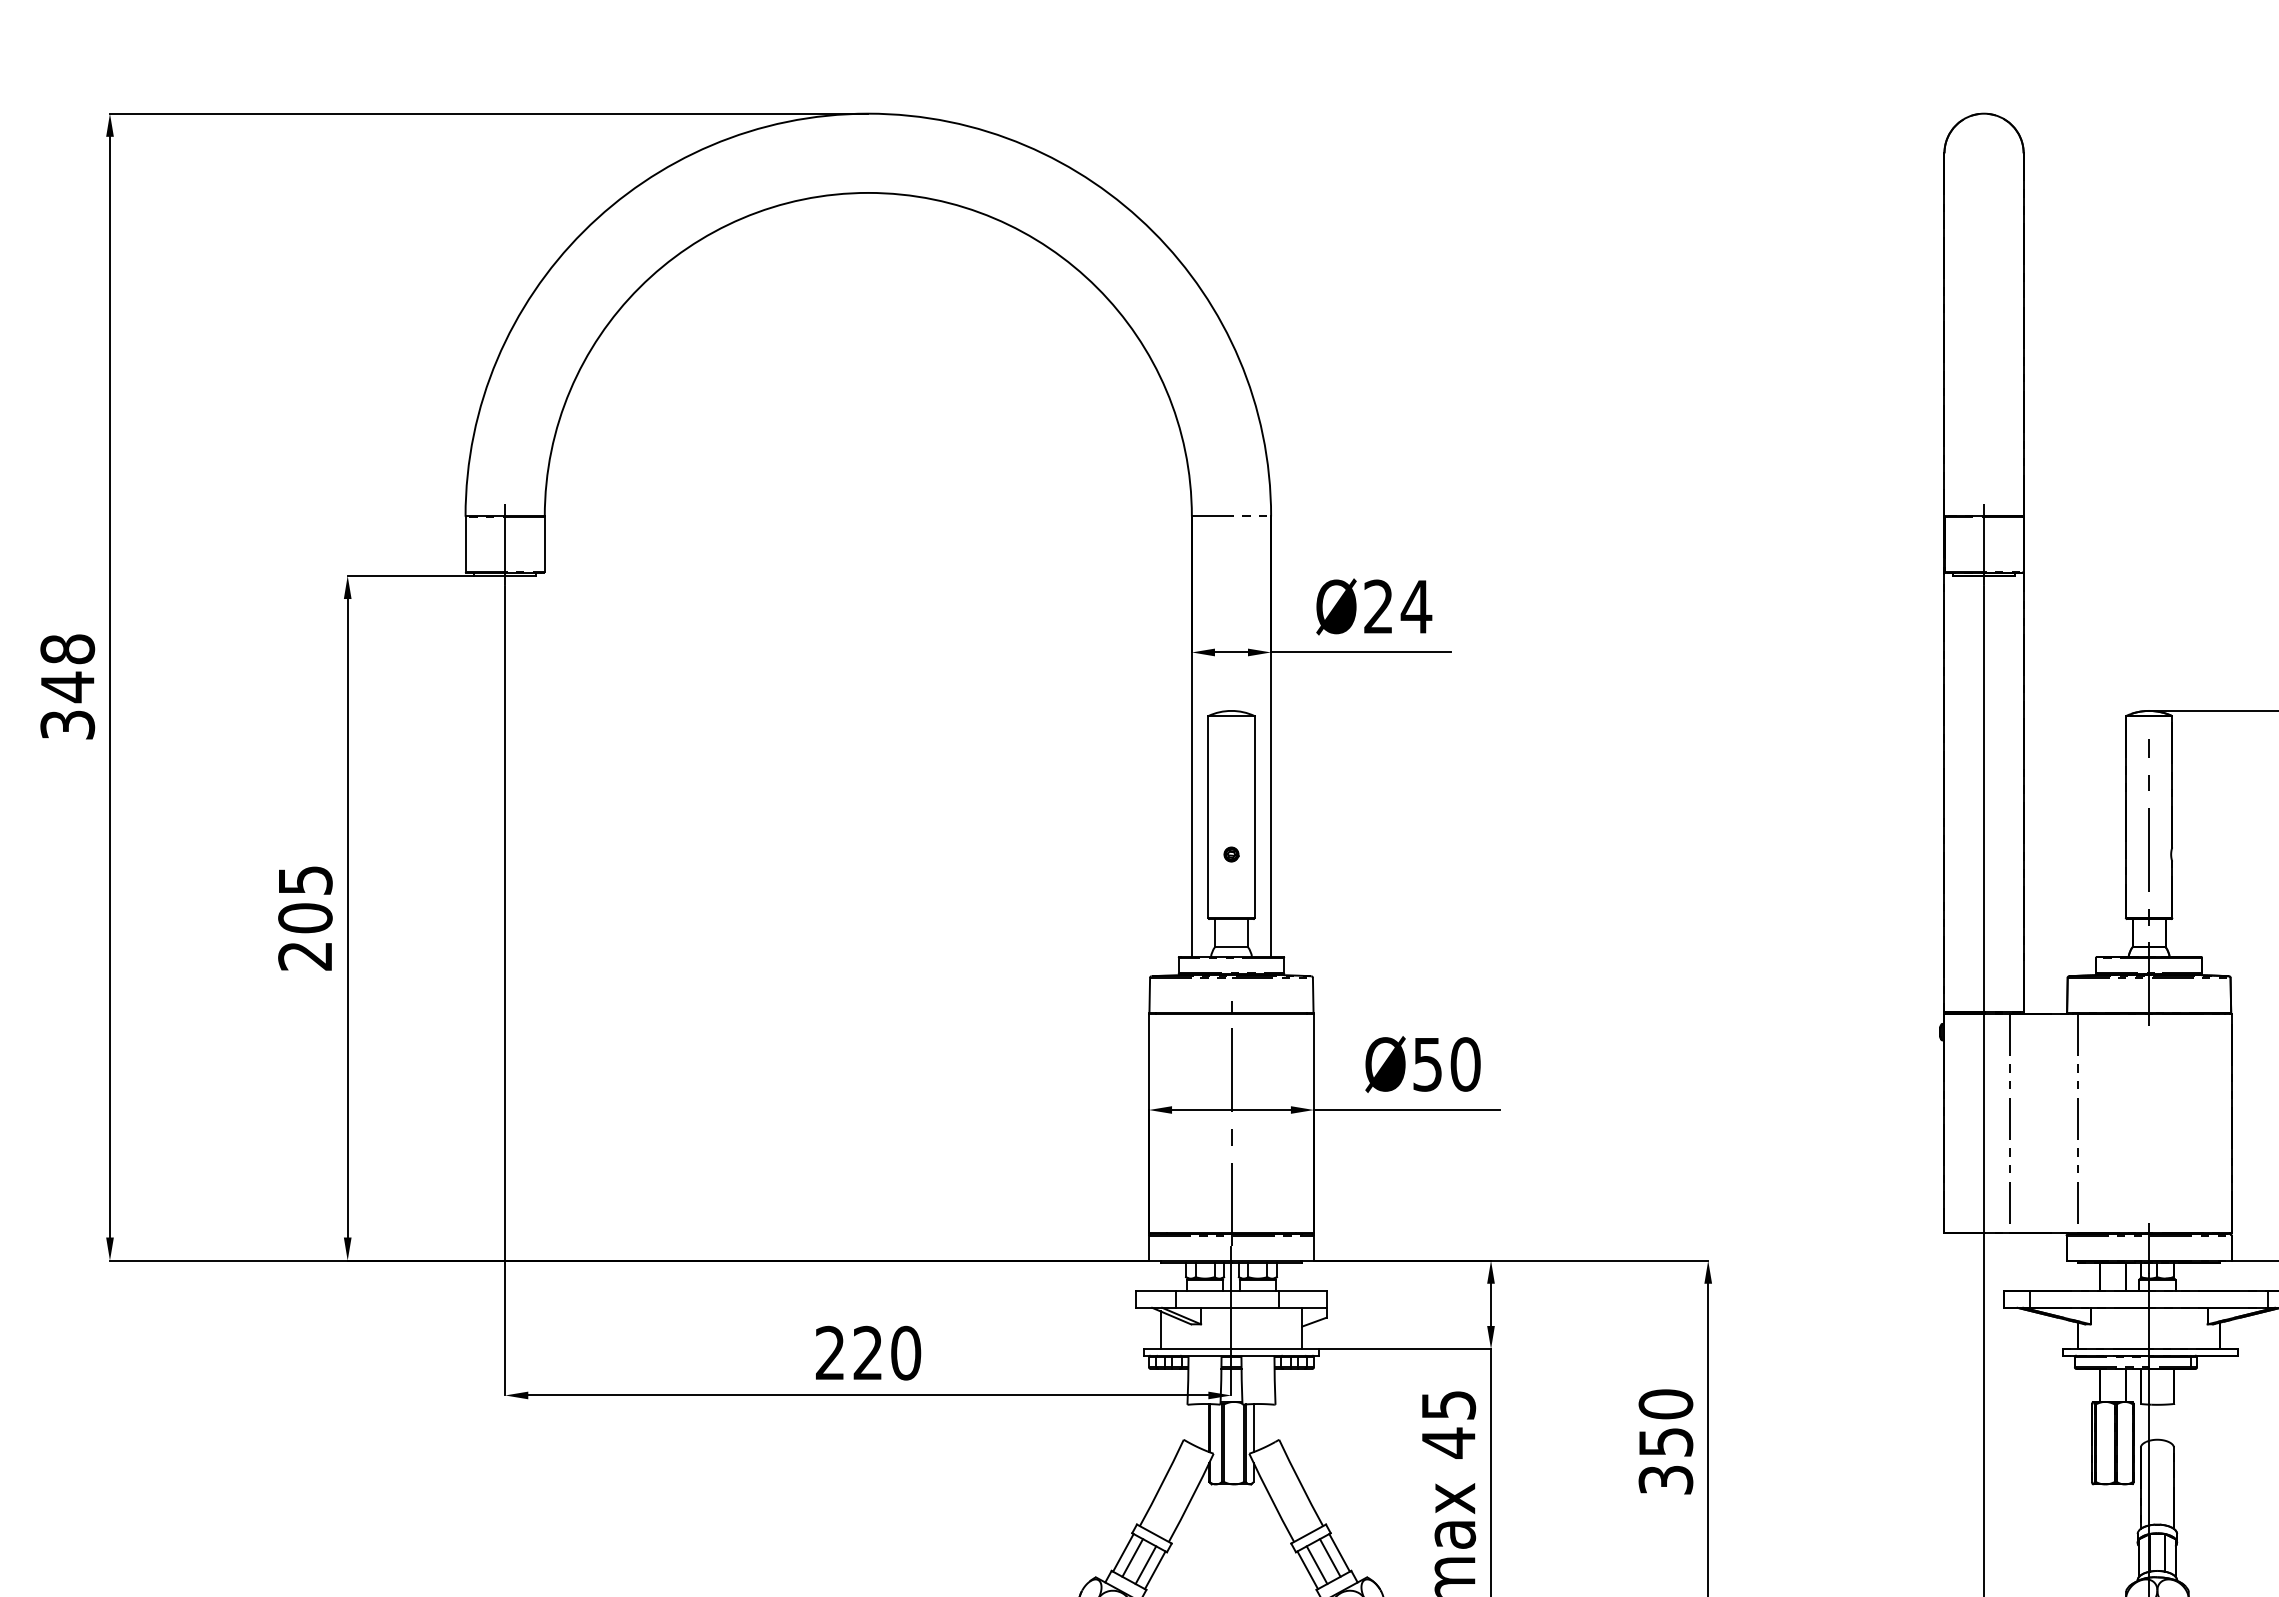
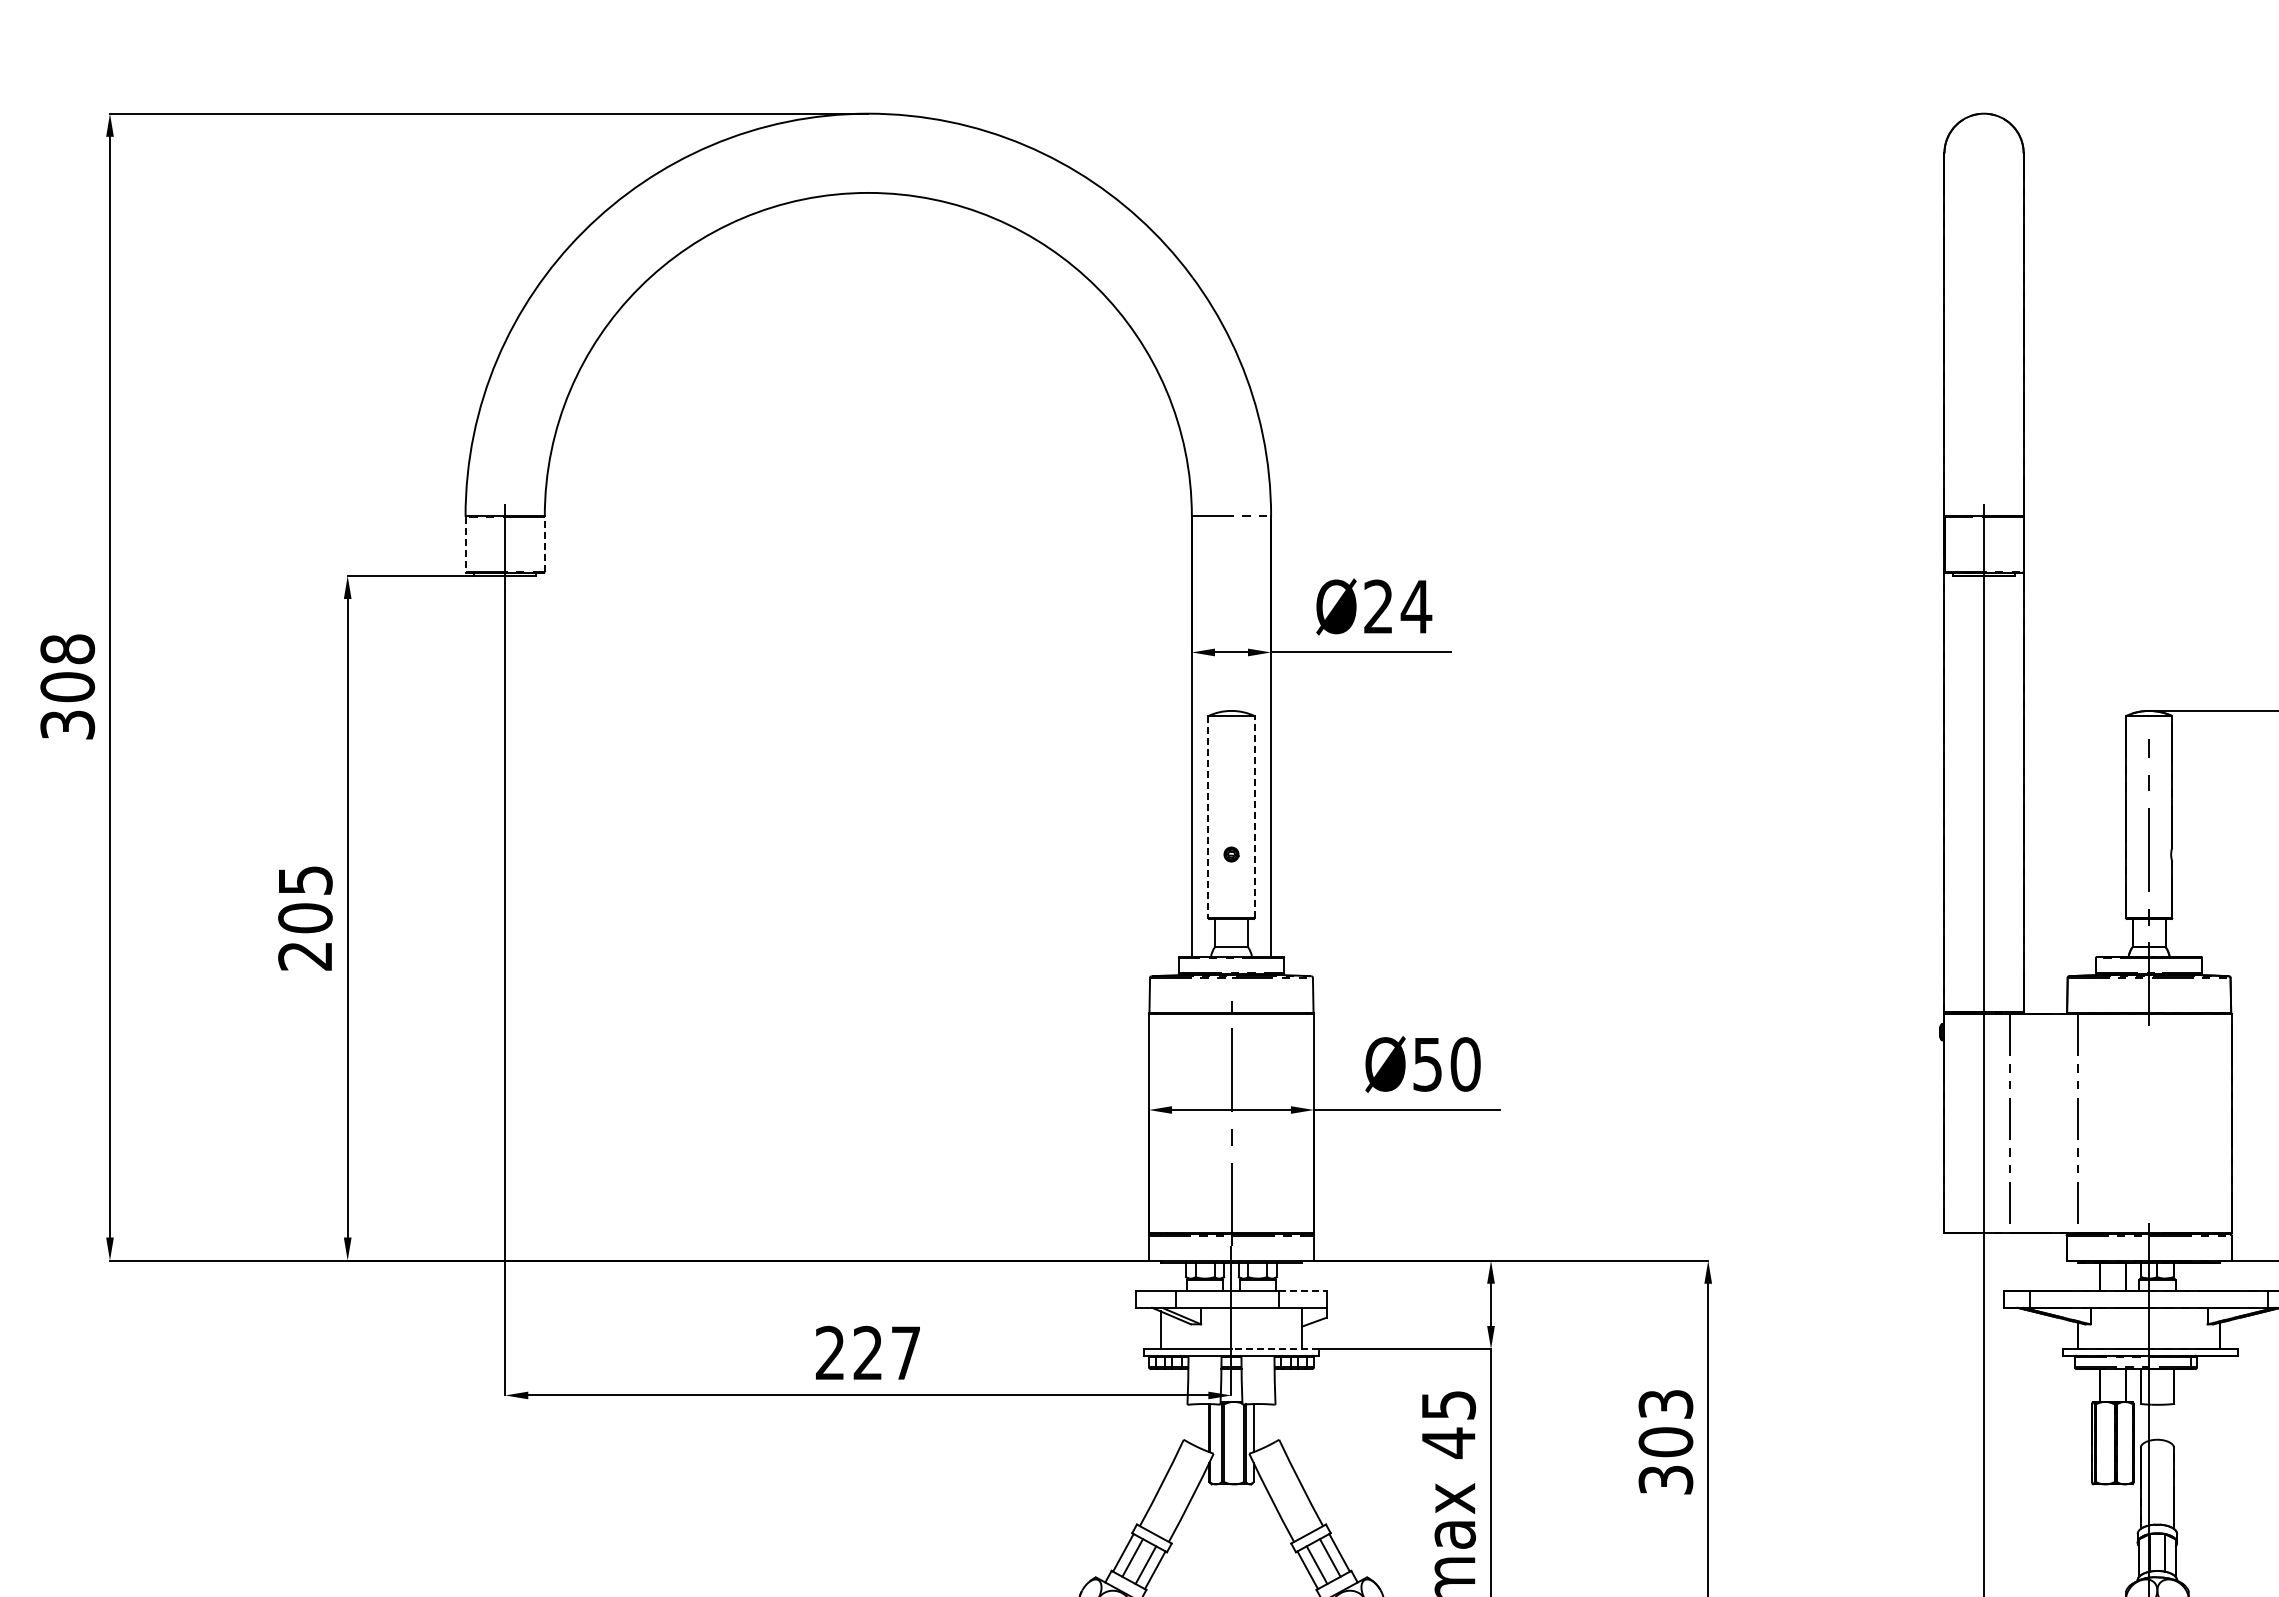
line at (544, 544): solid -> dashed
line at (465, 545): solid -> dashed
text at (67, 687): 348 -> 308
line at (1254, 816): solid -> dashed
line at (1208, 817): solid -> dashed
line at (1302, 1291): solid -> dashed
line at (1275, 1349): solid -> dashed
text at (906, 1352): 220 -> 227
text at (1665, 1423): 350 -> 303
